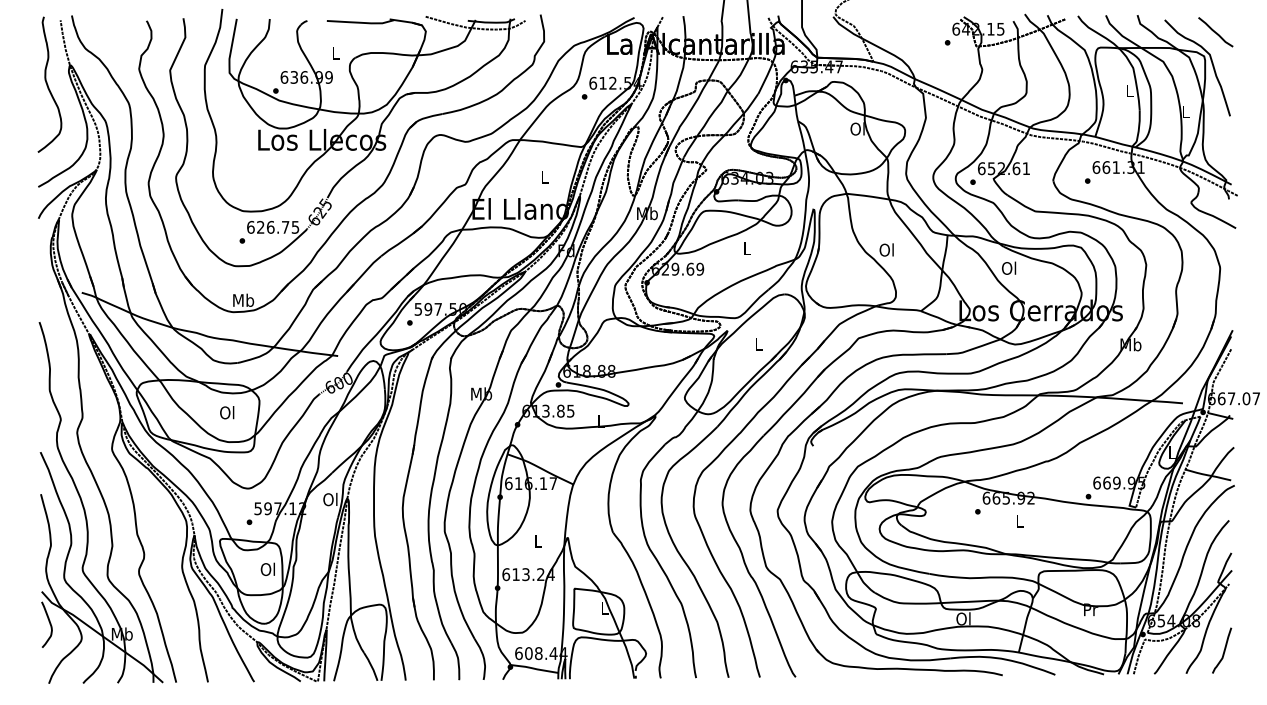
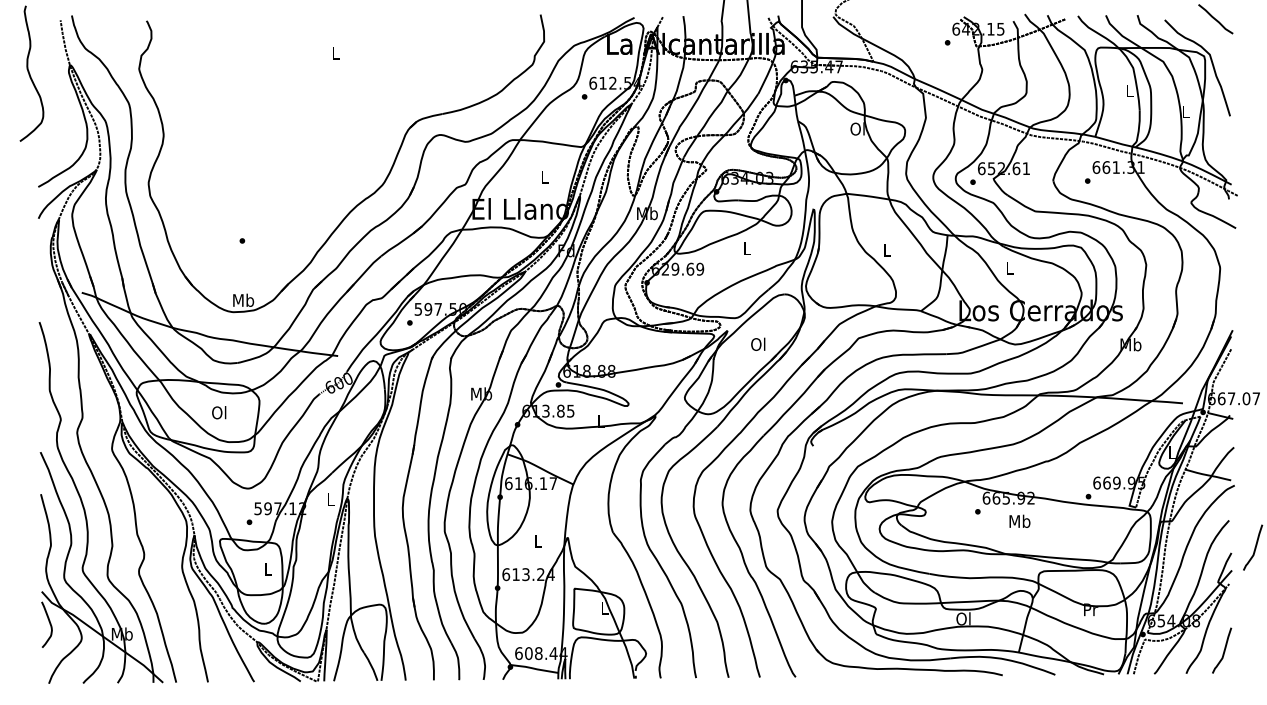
curve at (1215, 32) position: (1215, 32) -> (1215, 19)
curve at (48, 84) position: (48, 84) -> (30, 73)
part at (347, 138): present -> none
text at (886, 249): Ol -> L
text at (1008, 267): Ol -> L
text at (758, 343): L -> Ol
text at (227, 412) position: (227, 412) -> (219, 412)
text at (330, 499): Ol -> L
text at (1019, 520): L -> Mb
curve at (1254, 547): none -> present
text at (267, 568): Ol -> L
